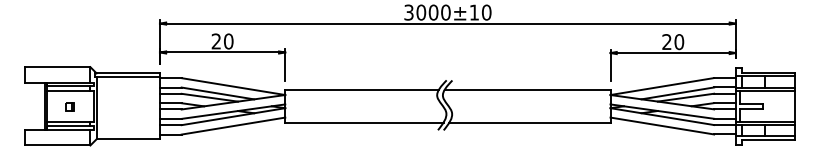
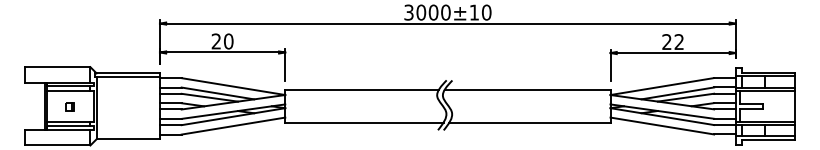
text at (679, 42): 20 -> 22
